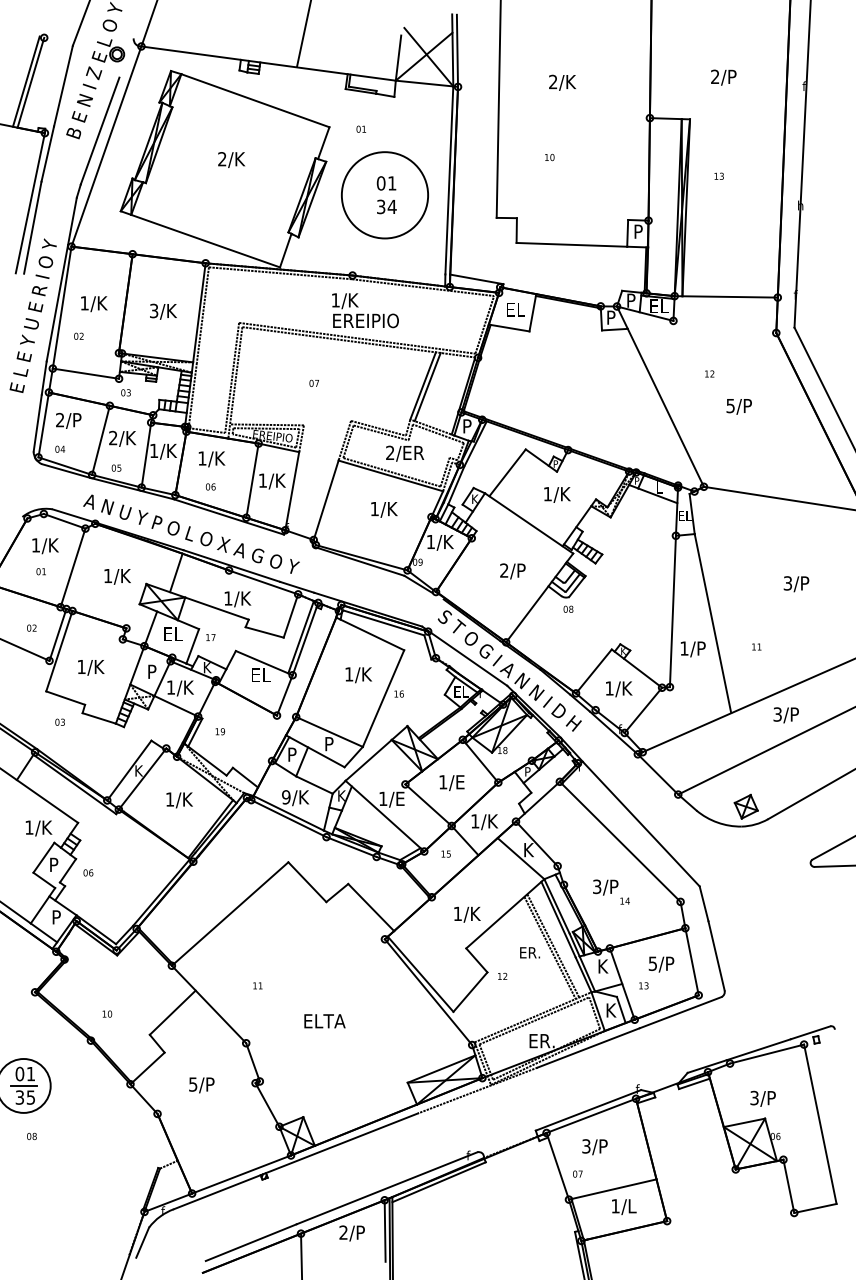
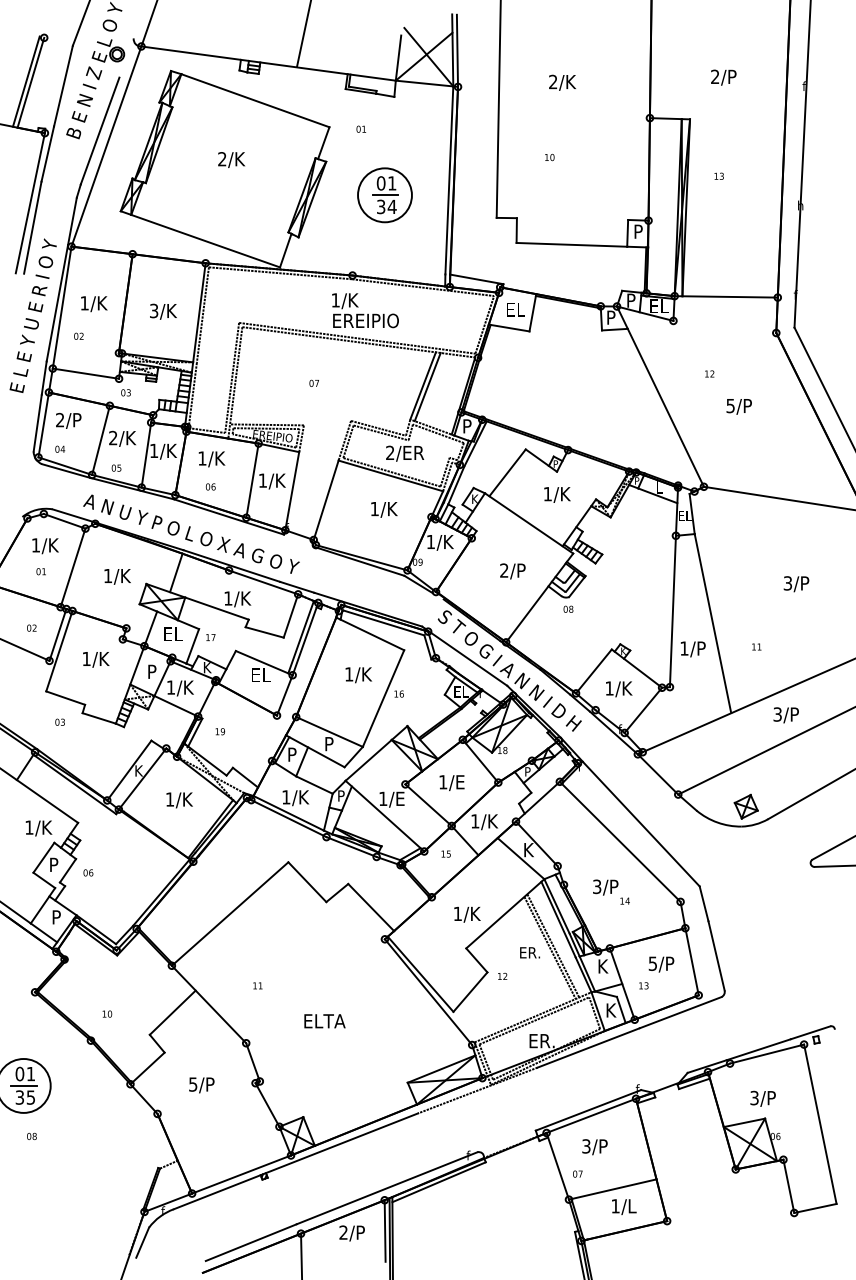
circle at (384, 195) diameter: 86 px -> 54 px
line at (385, 195): none -> present
text at (91, 667) position: (91, 667) -> (96, 659)
text at (342, 795): K -> P
text at (286, 797): 9/K -> 1/K
